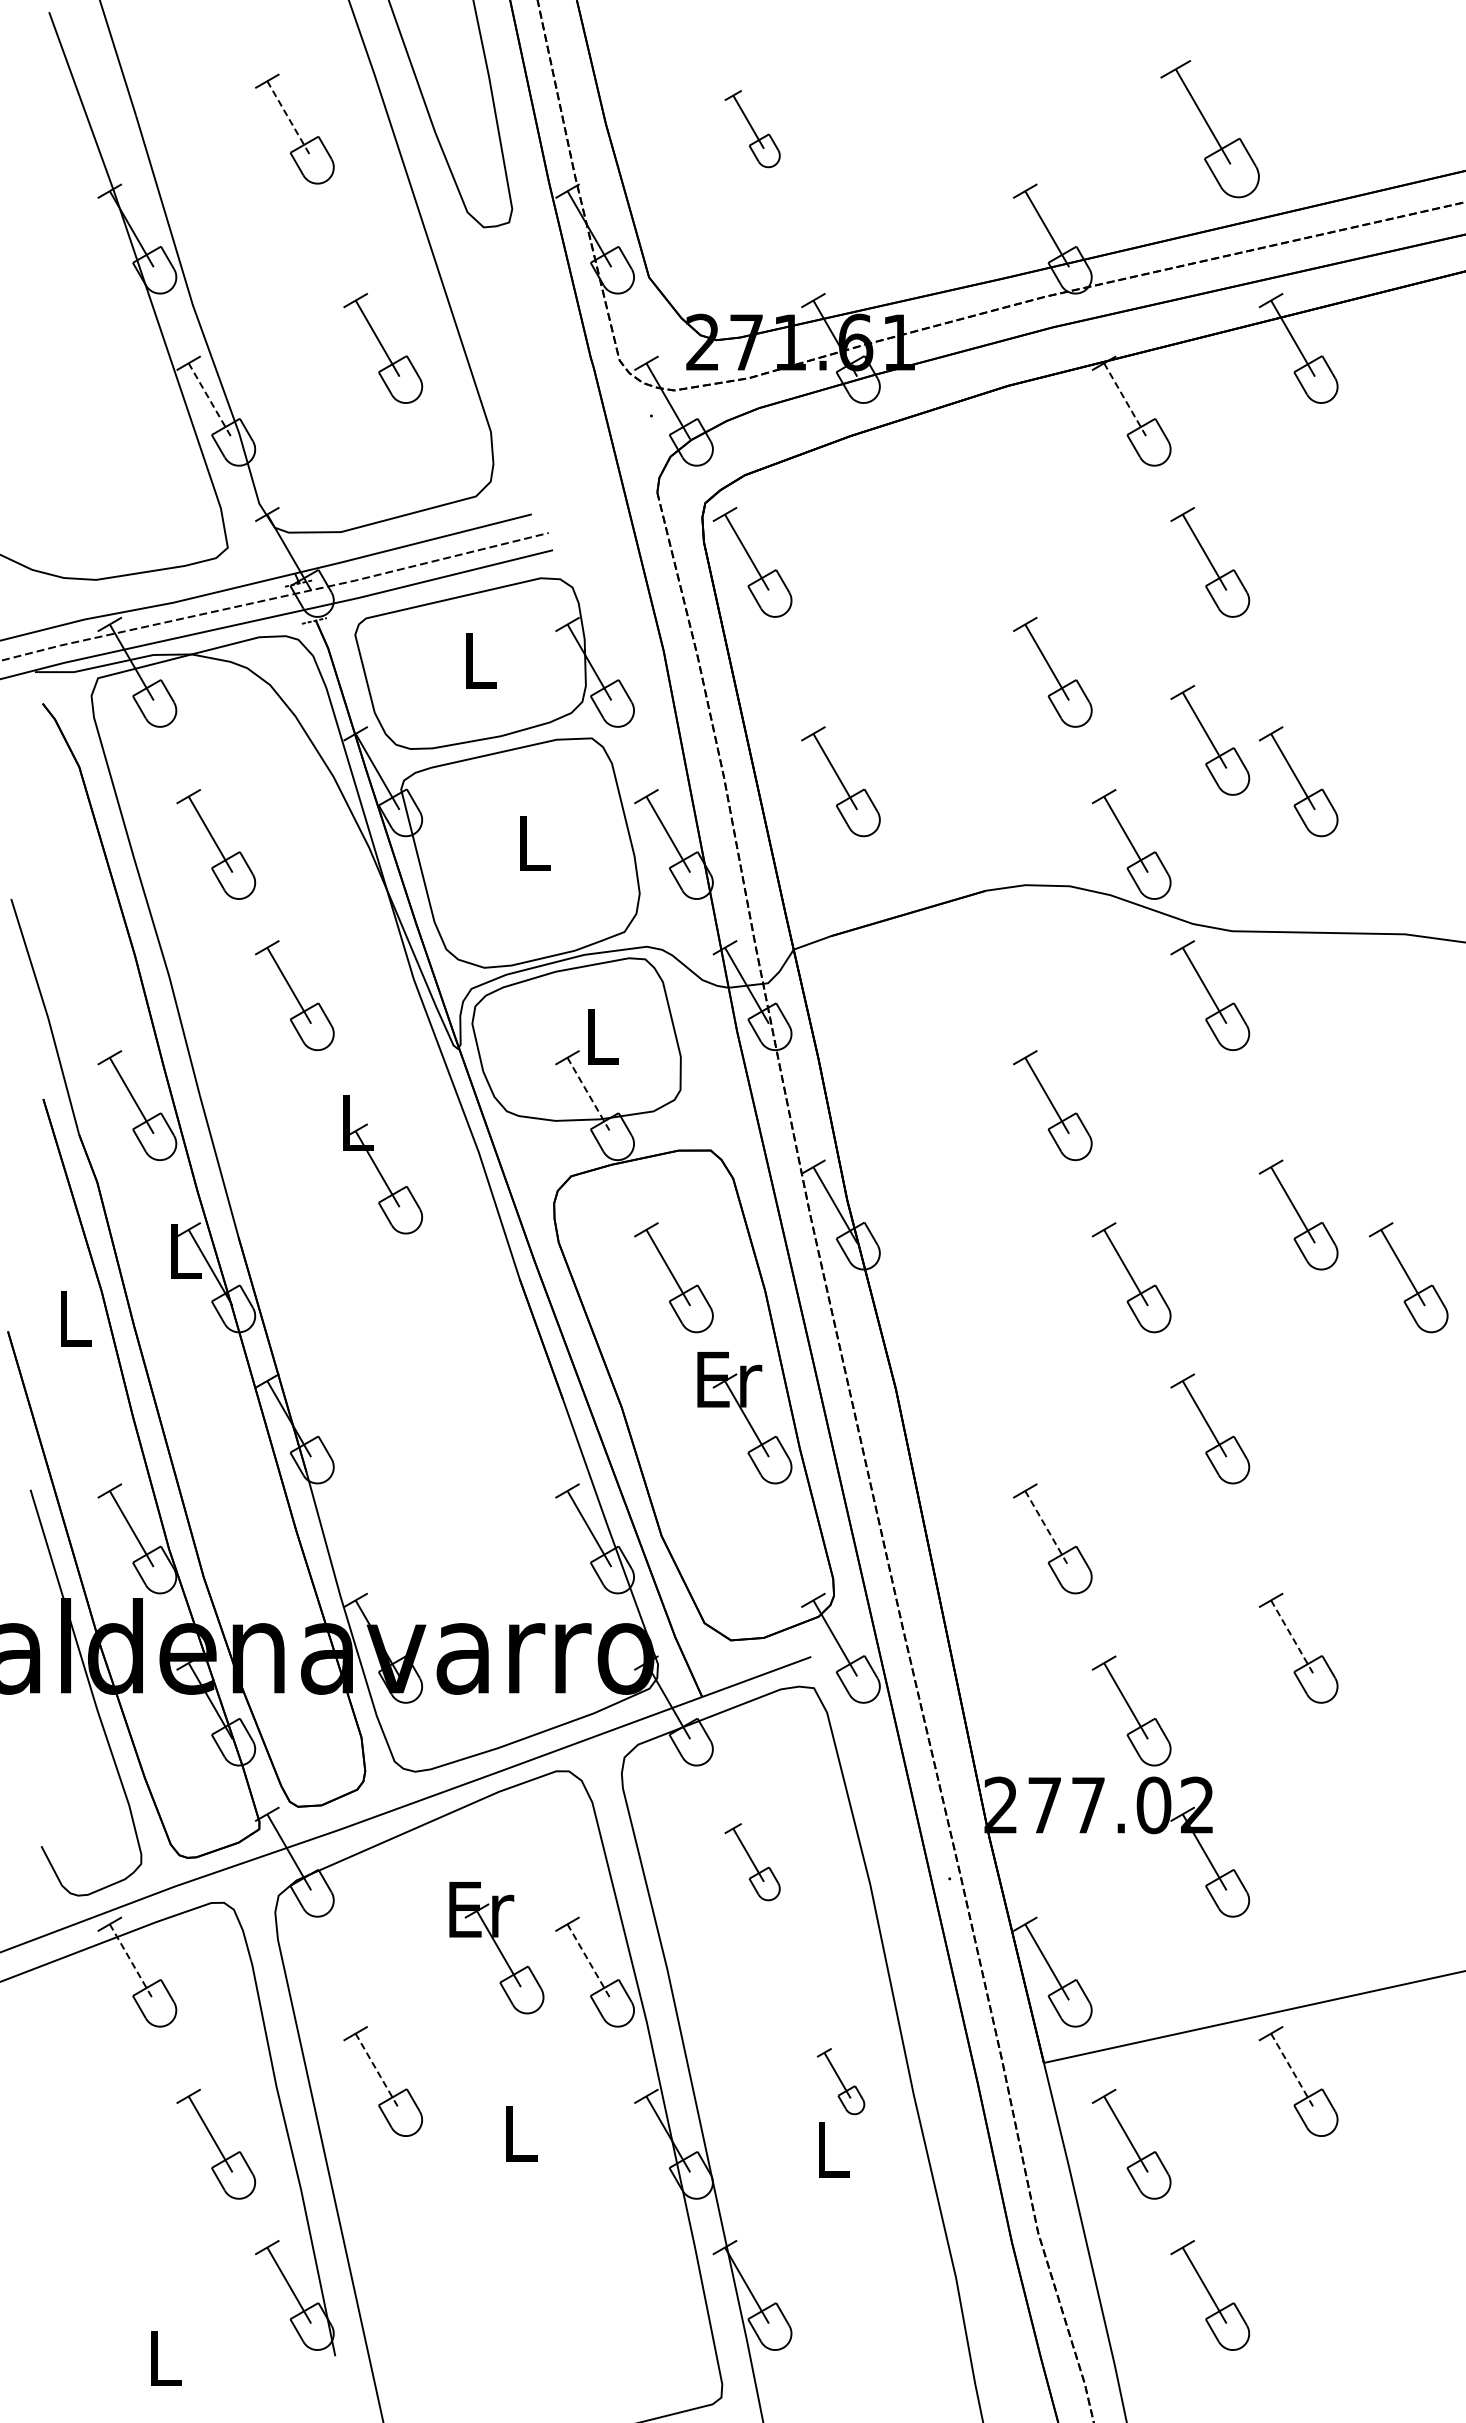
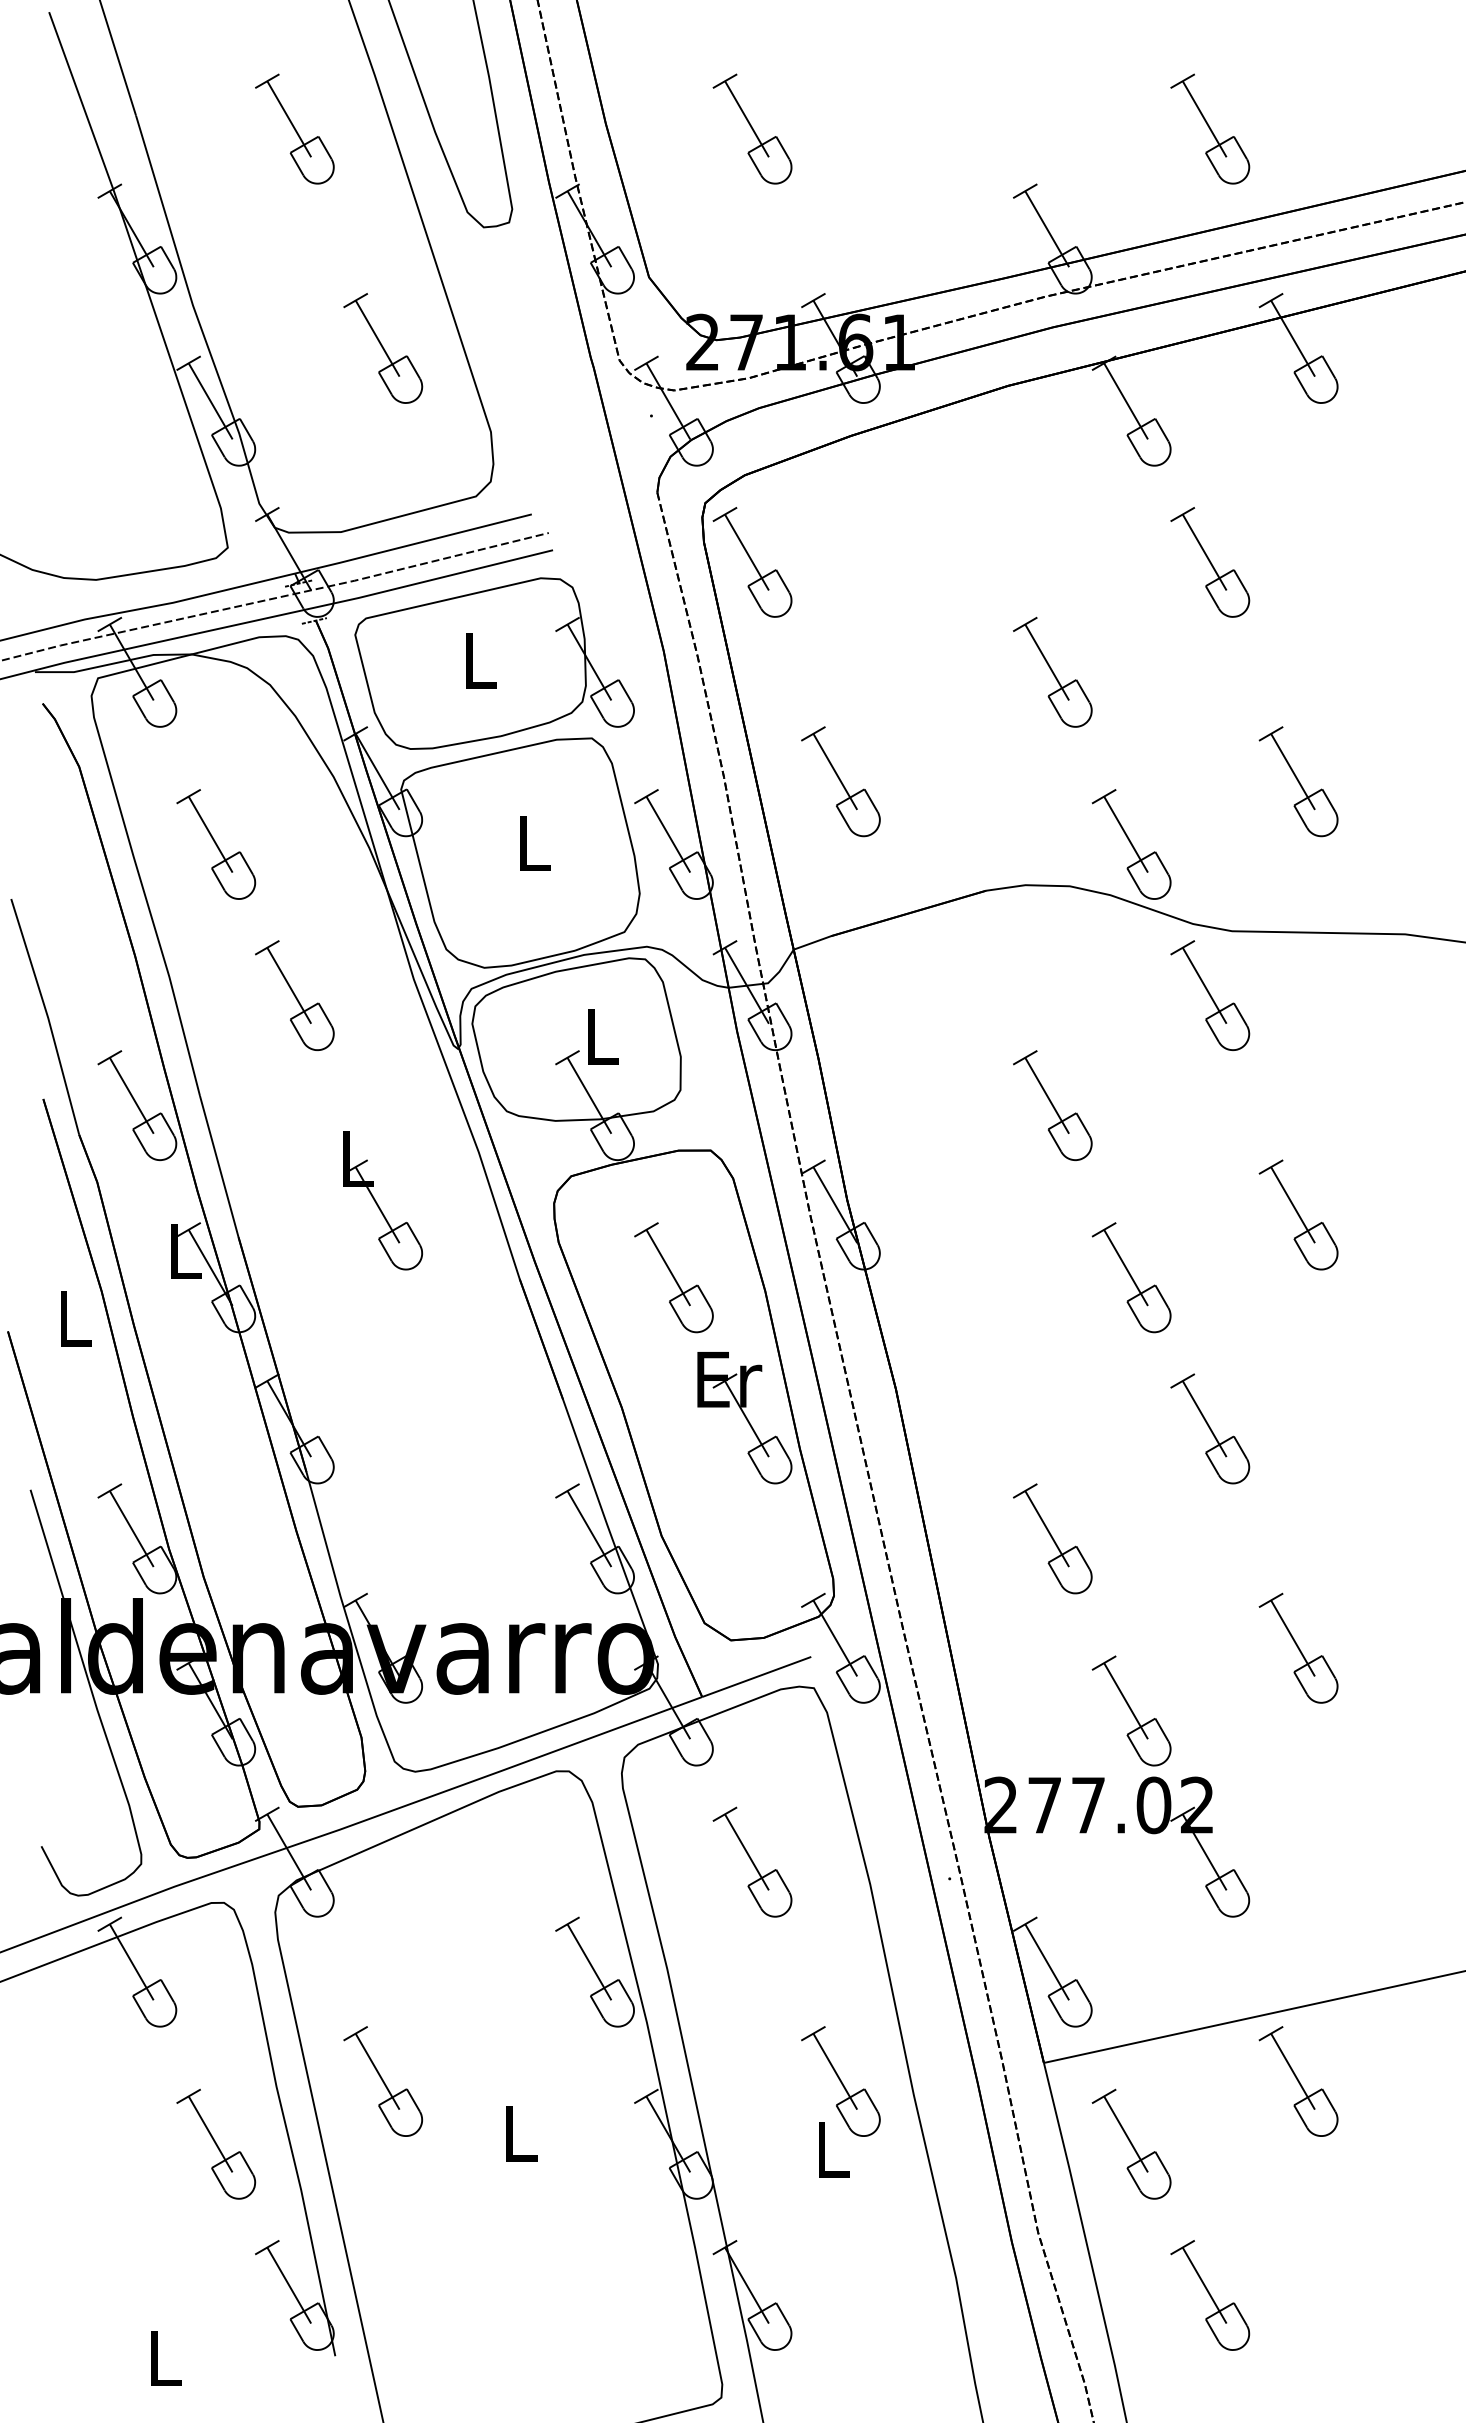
line at (289, 119): dashed -> solid
part at (752, 129) size: 57x79 px -> 81x112 px
part at (1209, 129) size: 100x139 px -> 81x112 px
line at (210, 401): dashed -> solid
line at (1126, 401): dashed -> solid
part at (1210, 740): present -> none
line at (589, 1095): dashed -> solid
part at (382, 1164) position: (382, 1164) -> (382, 1200)
part at (1408, 1277): present -> none
line at (1047, 1529): dashed -> solid
line at (1293, 1638): dashed -> solid
part at (752, 1862) size: 57x79 px -> 81x112 px
part at (496, 1948): present -> none
line at (131, 1962): dashed -> solid
line at (589, 1962): dashed -> solid
line at (377, 2071): dashed -> solid
line at (1293, 2071): dashed -> solid
part at (841, 2081) size: 49x68 px -> 80x111 px
